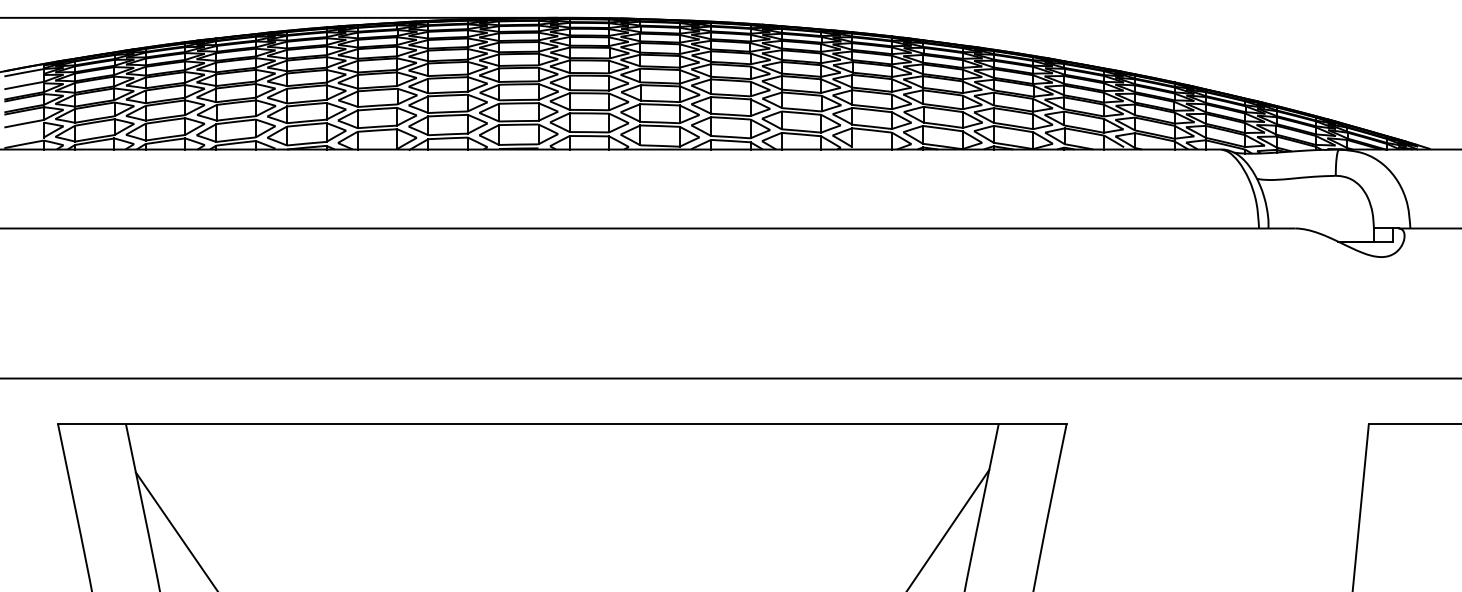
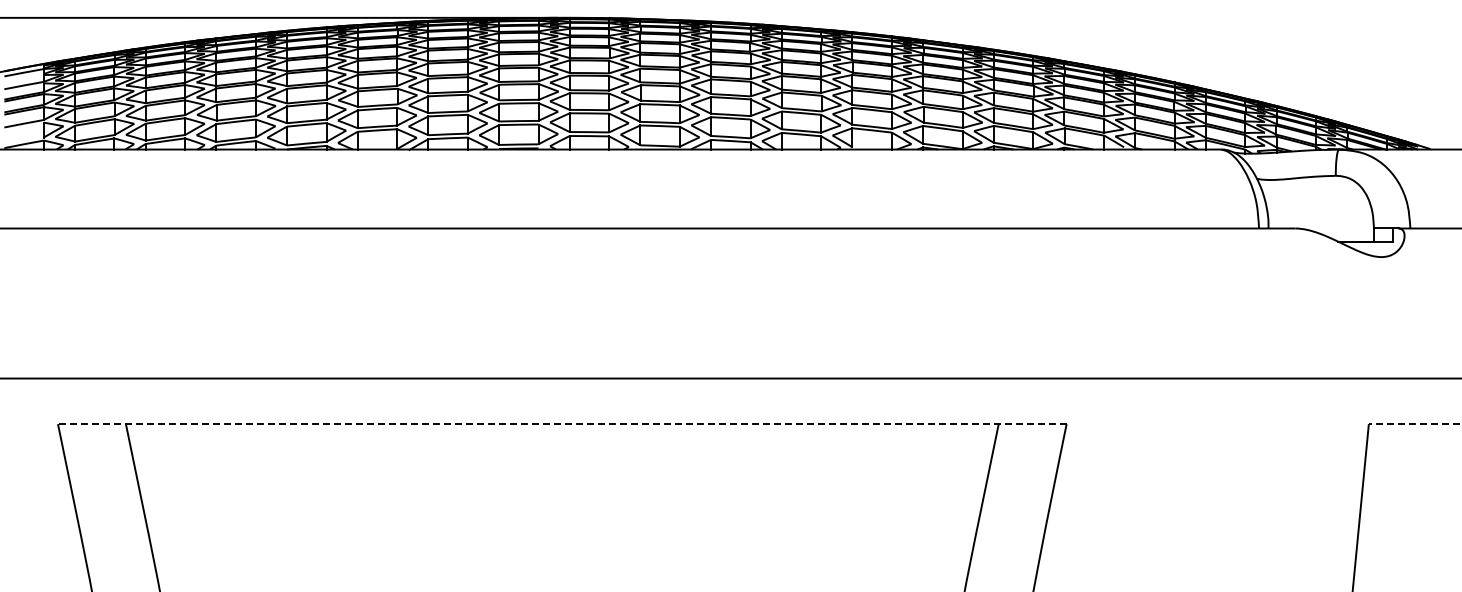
line at (561, 424): solid -> dashed
line at (1414, 424): solid -> dashed
line at (948, 528): present -> none
line at (175, 530): present -> none
